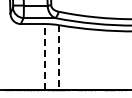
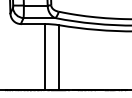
line at (44, 56): dashed -> solid
line at (59, 58): dashed -> solid
